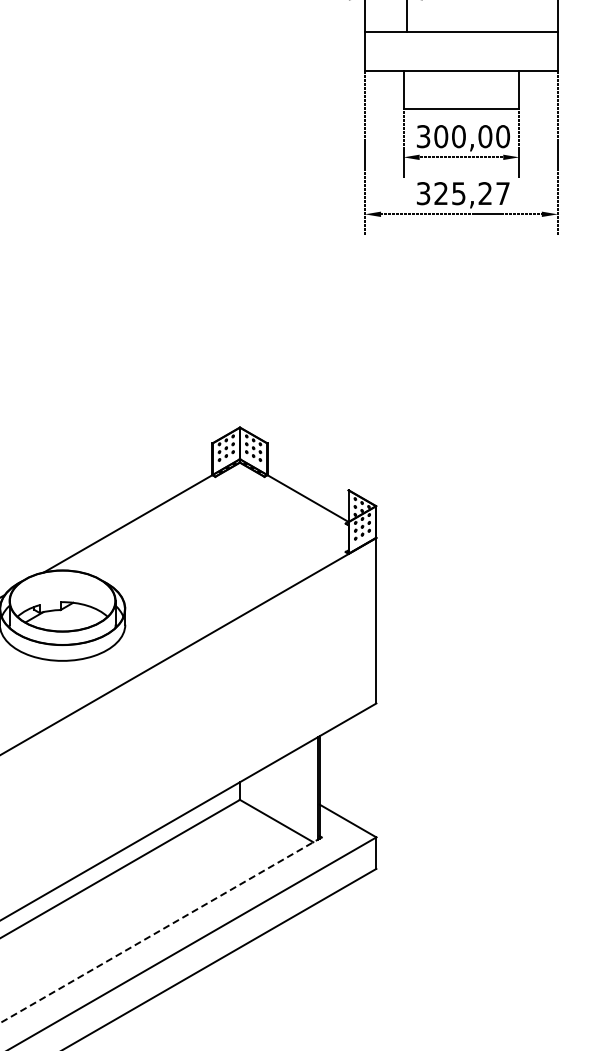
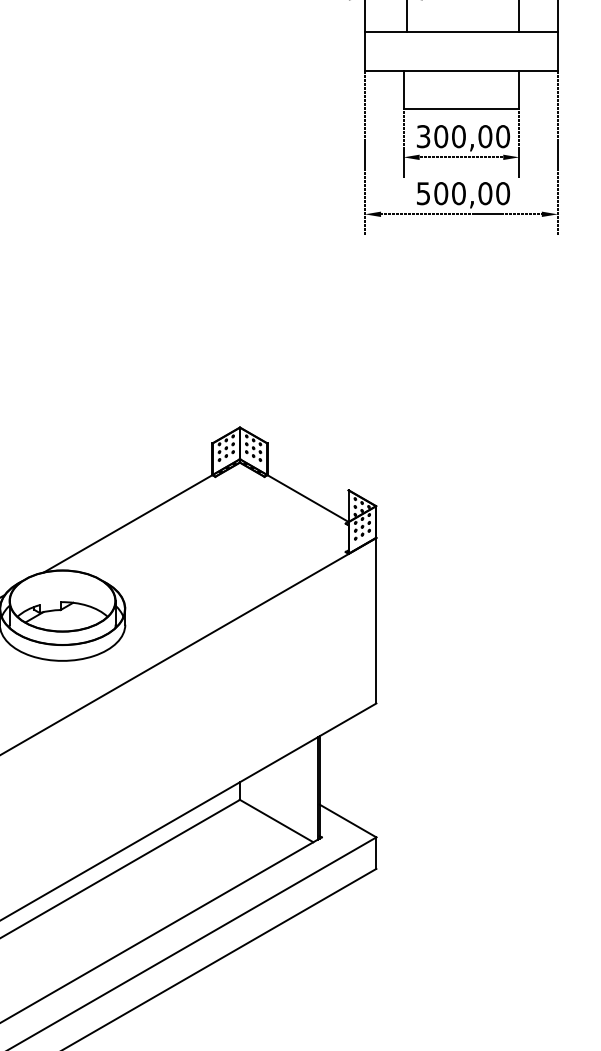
line at (519, 17): none -> present
text at (463, 193): 325,27 -> 500,00
line at (161, 930): dashed -> solid
